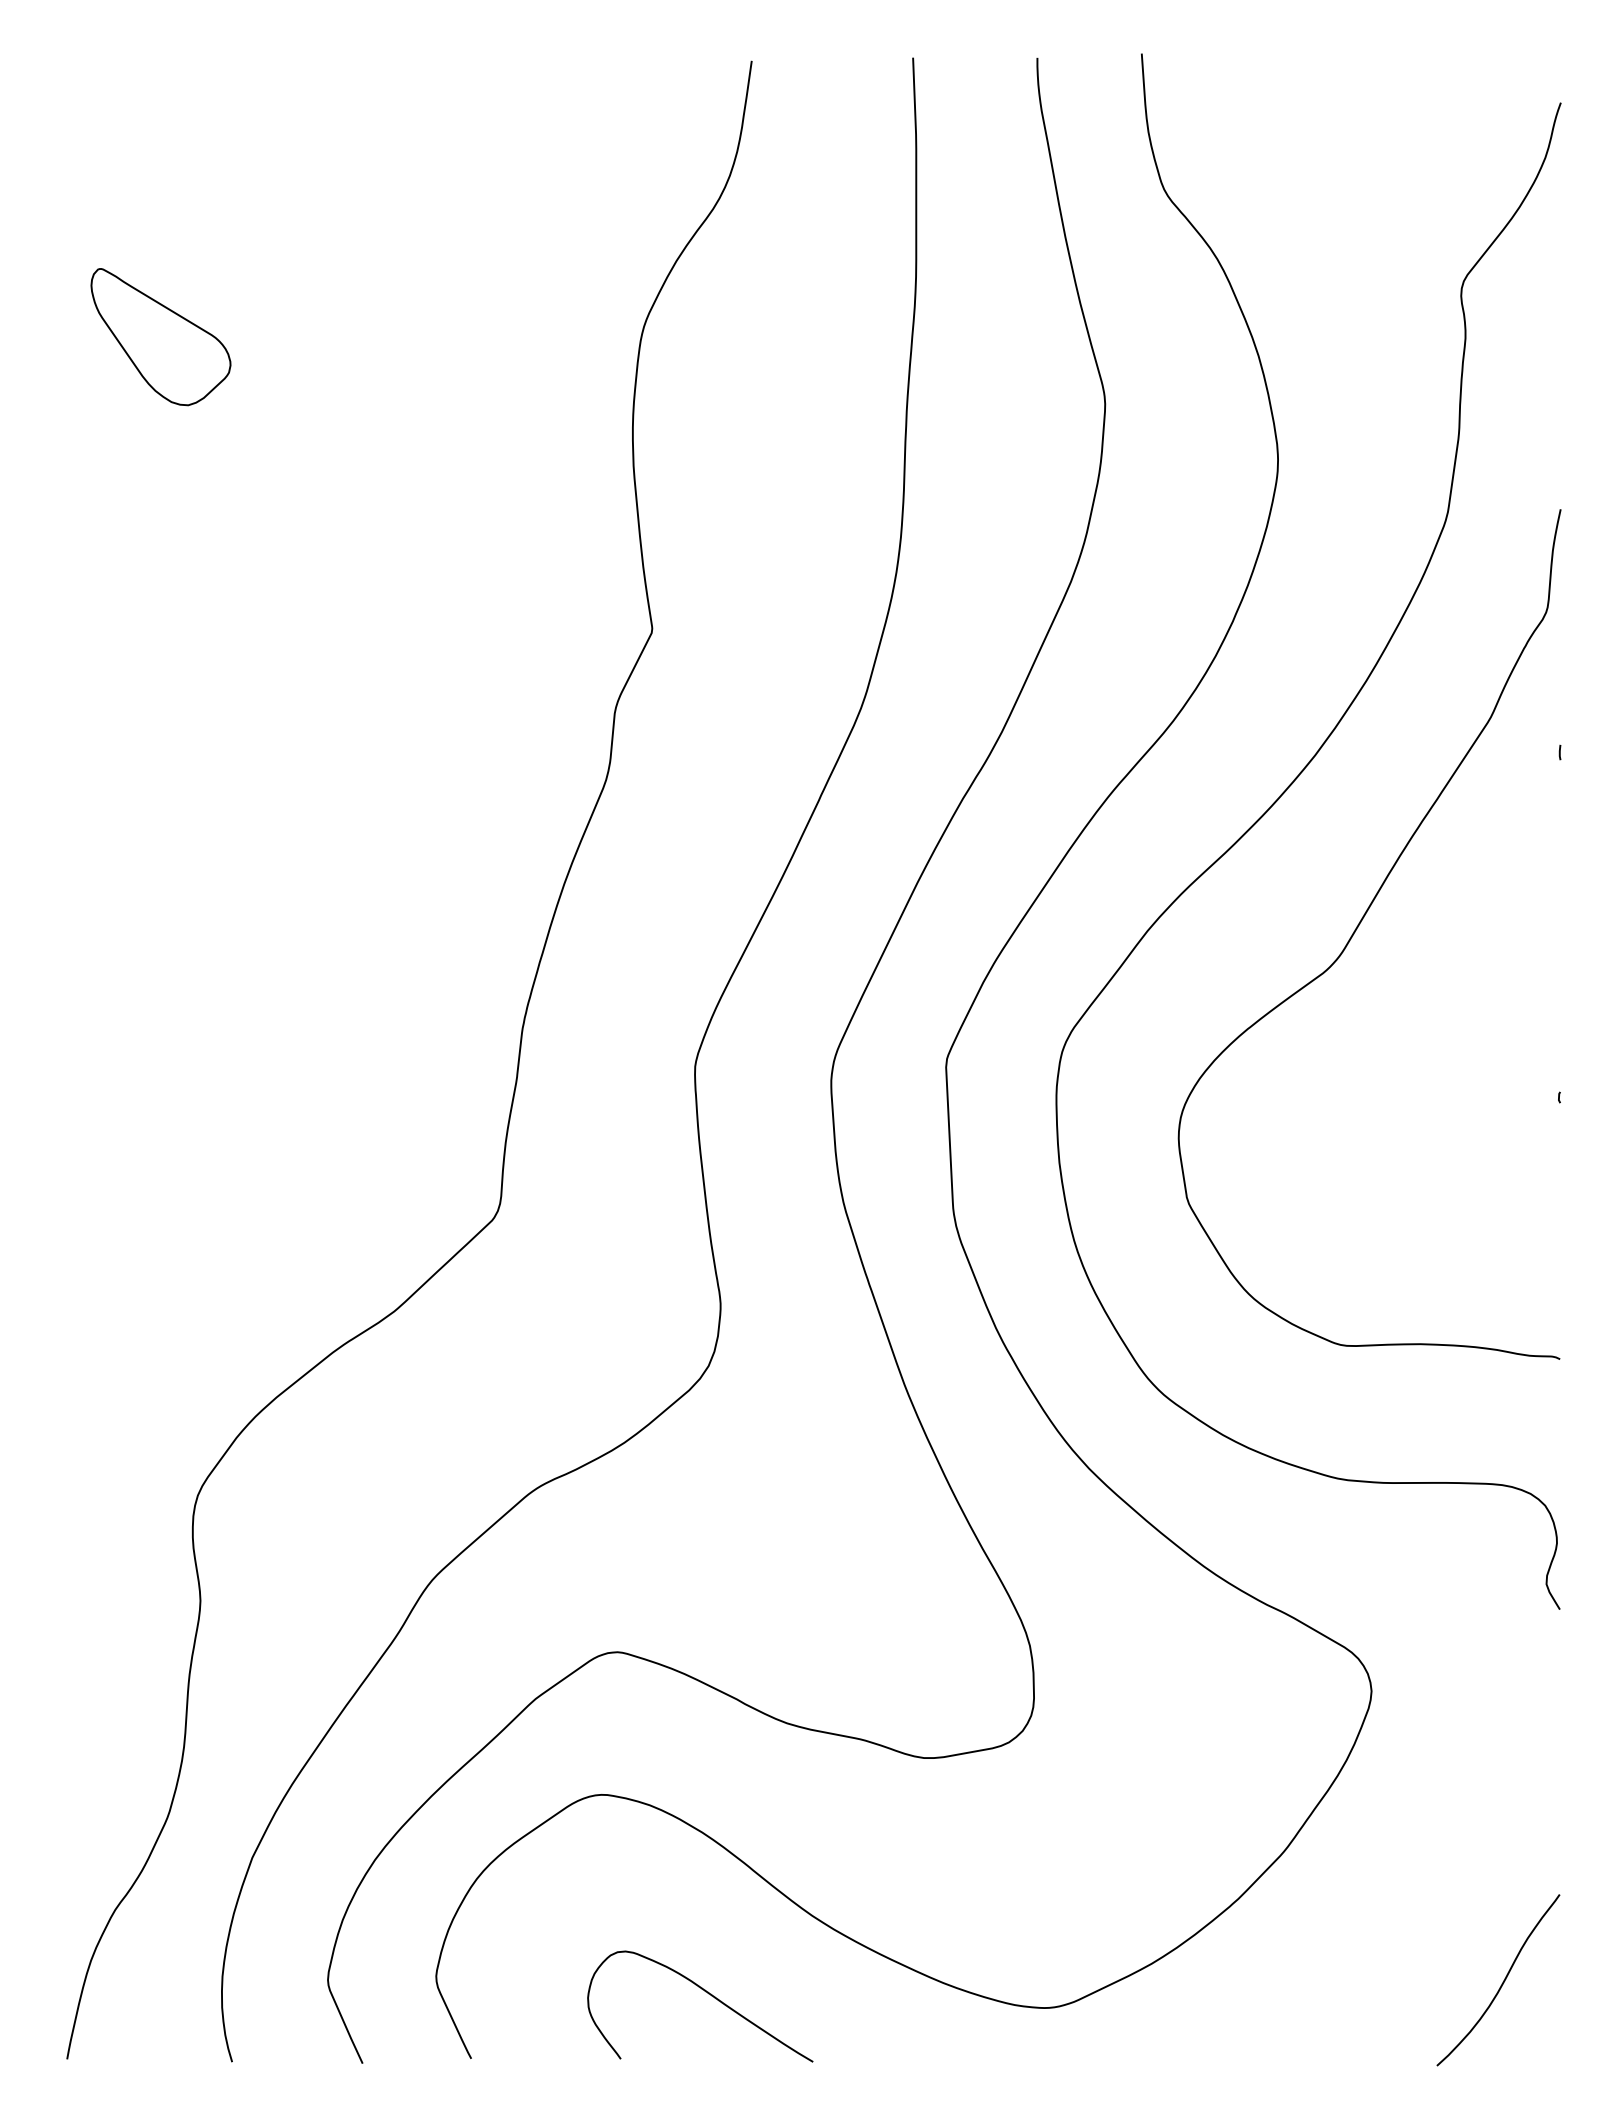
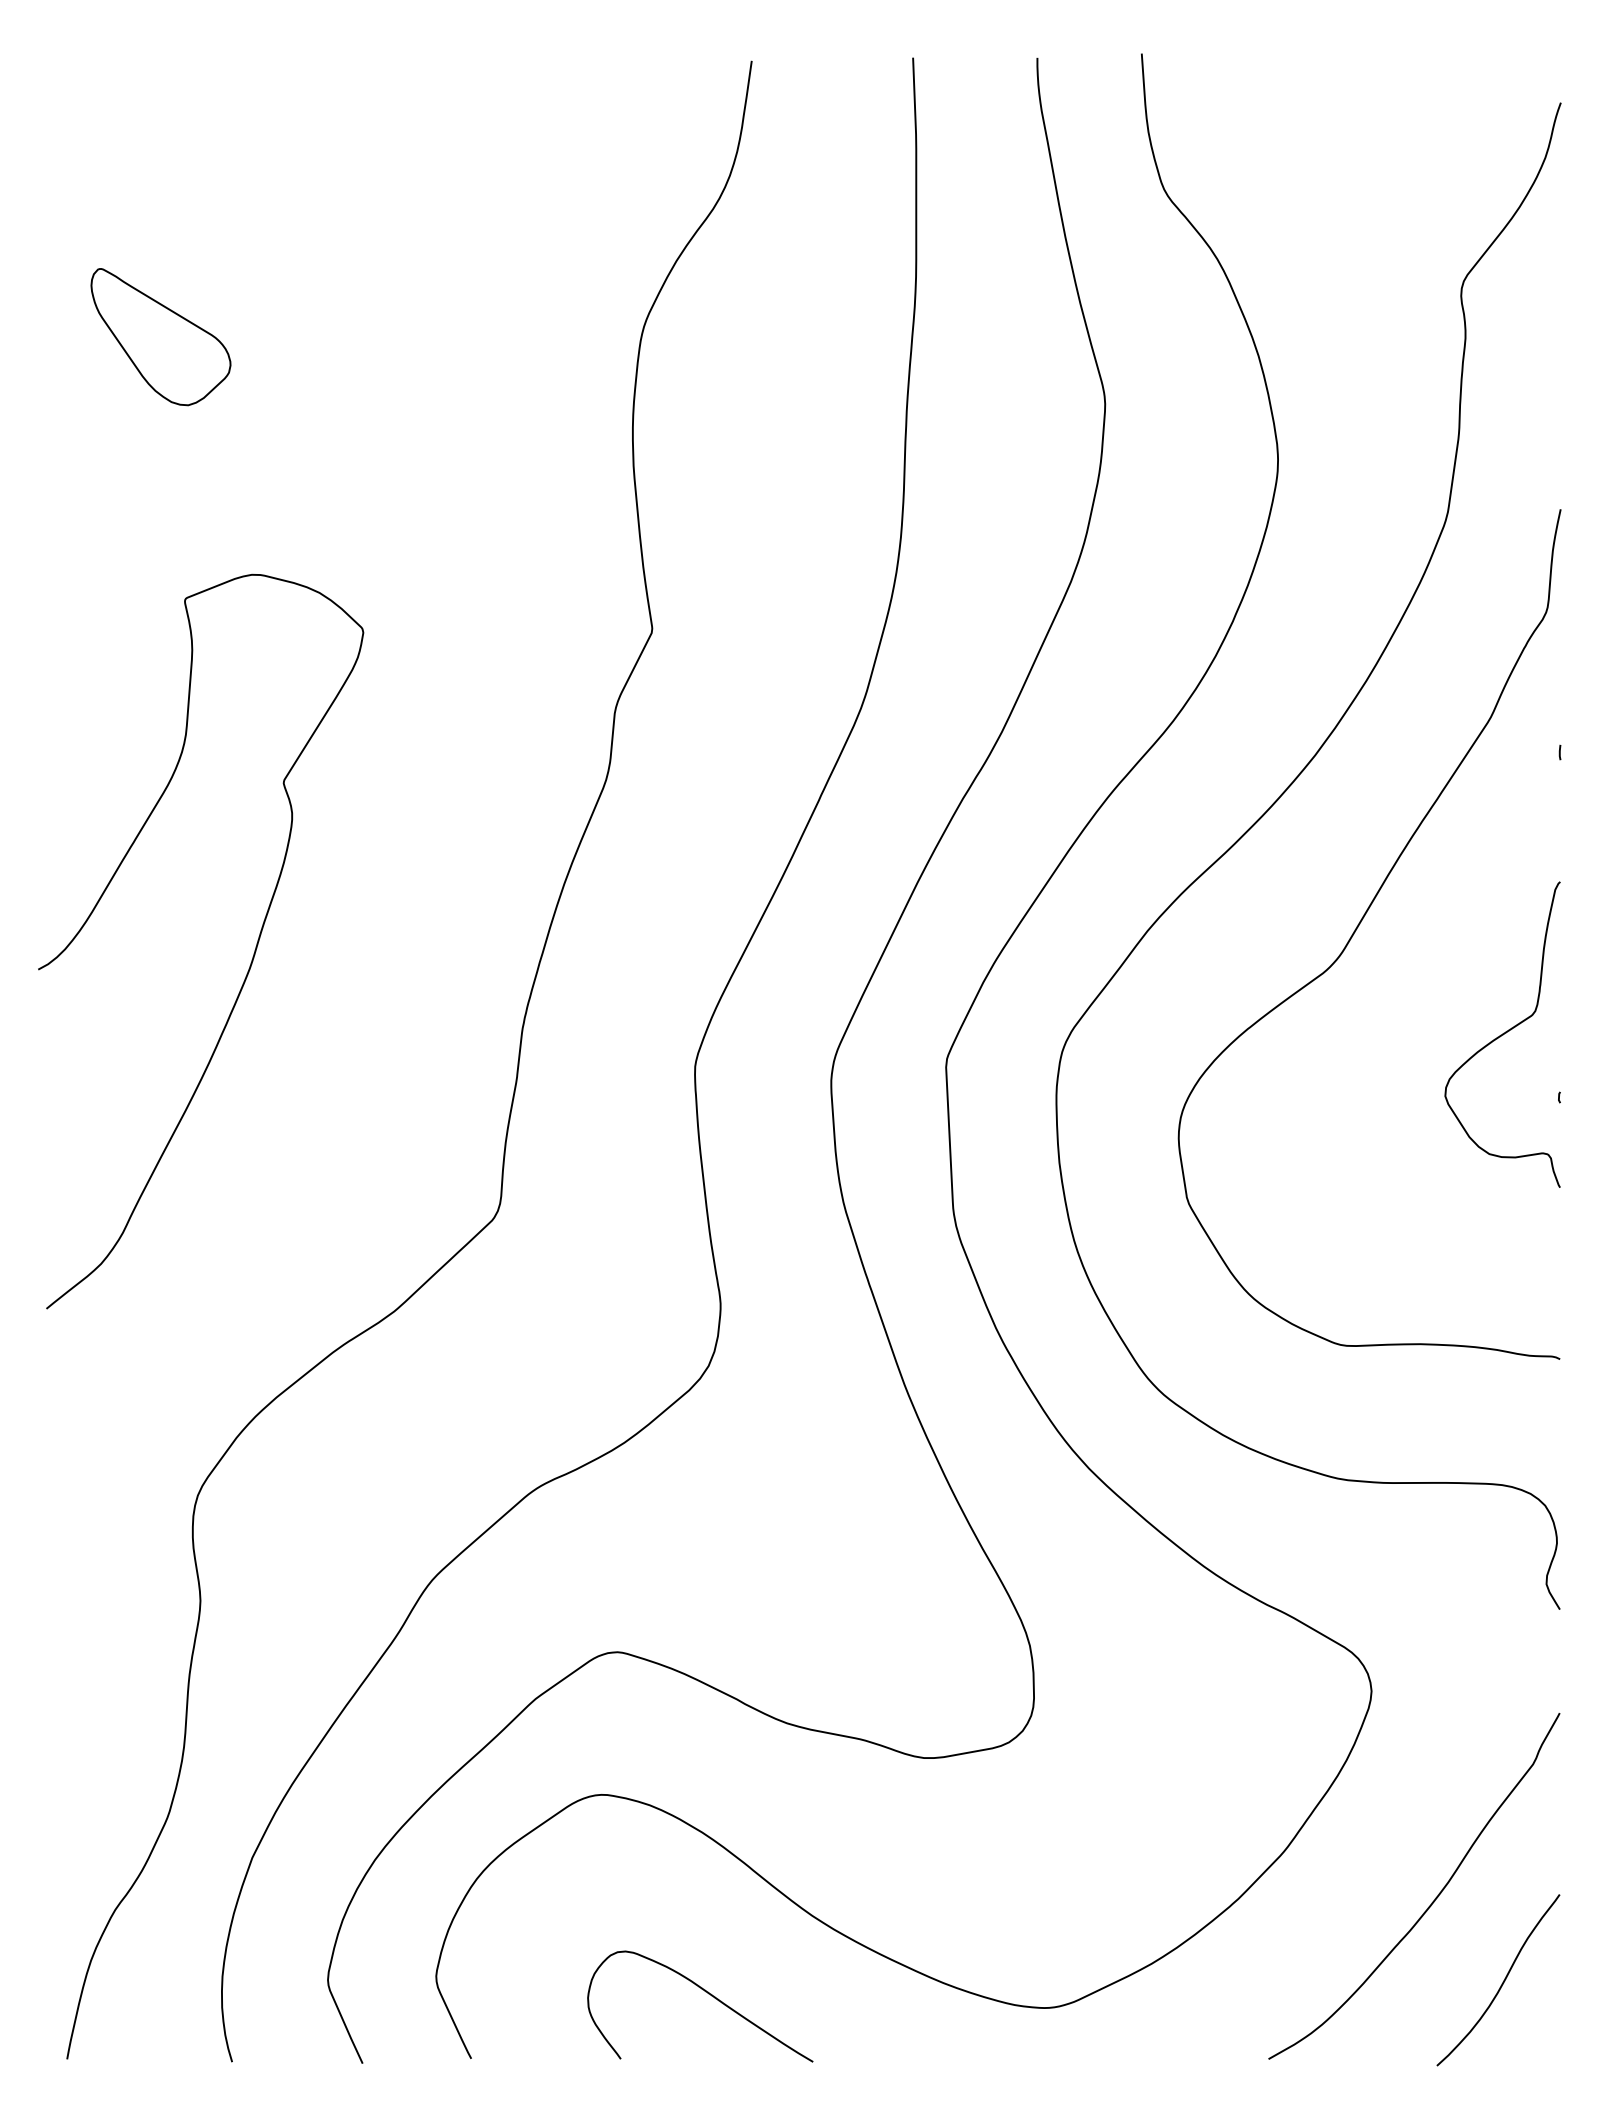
curve at (251, 959): none -> present
curve at (1502, 1034): none -> present
curve at (1431, 1902): none -> present
